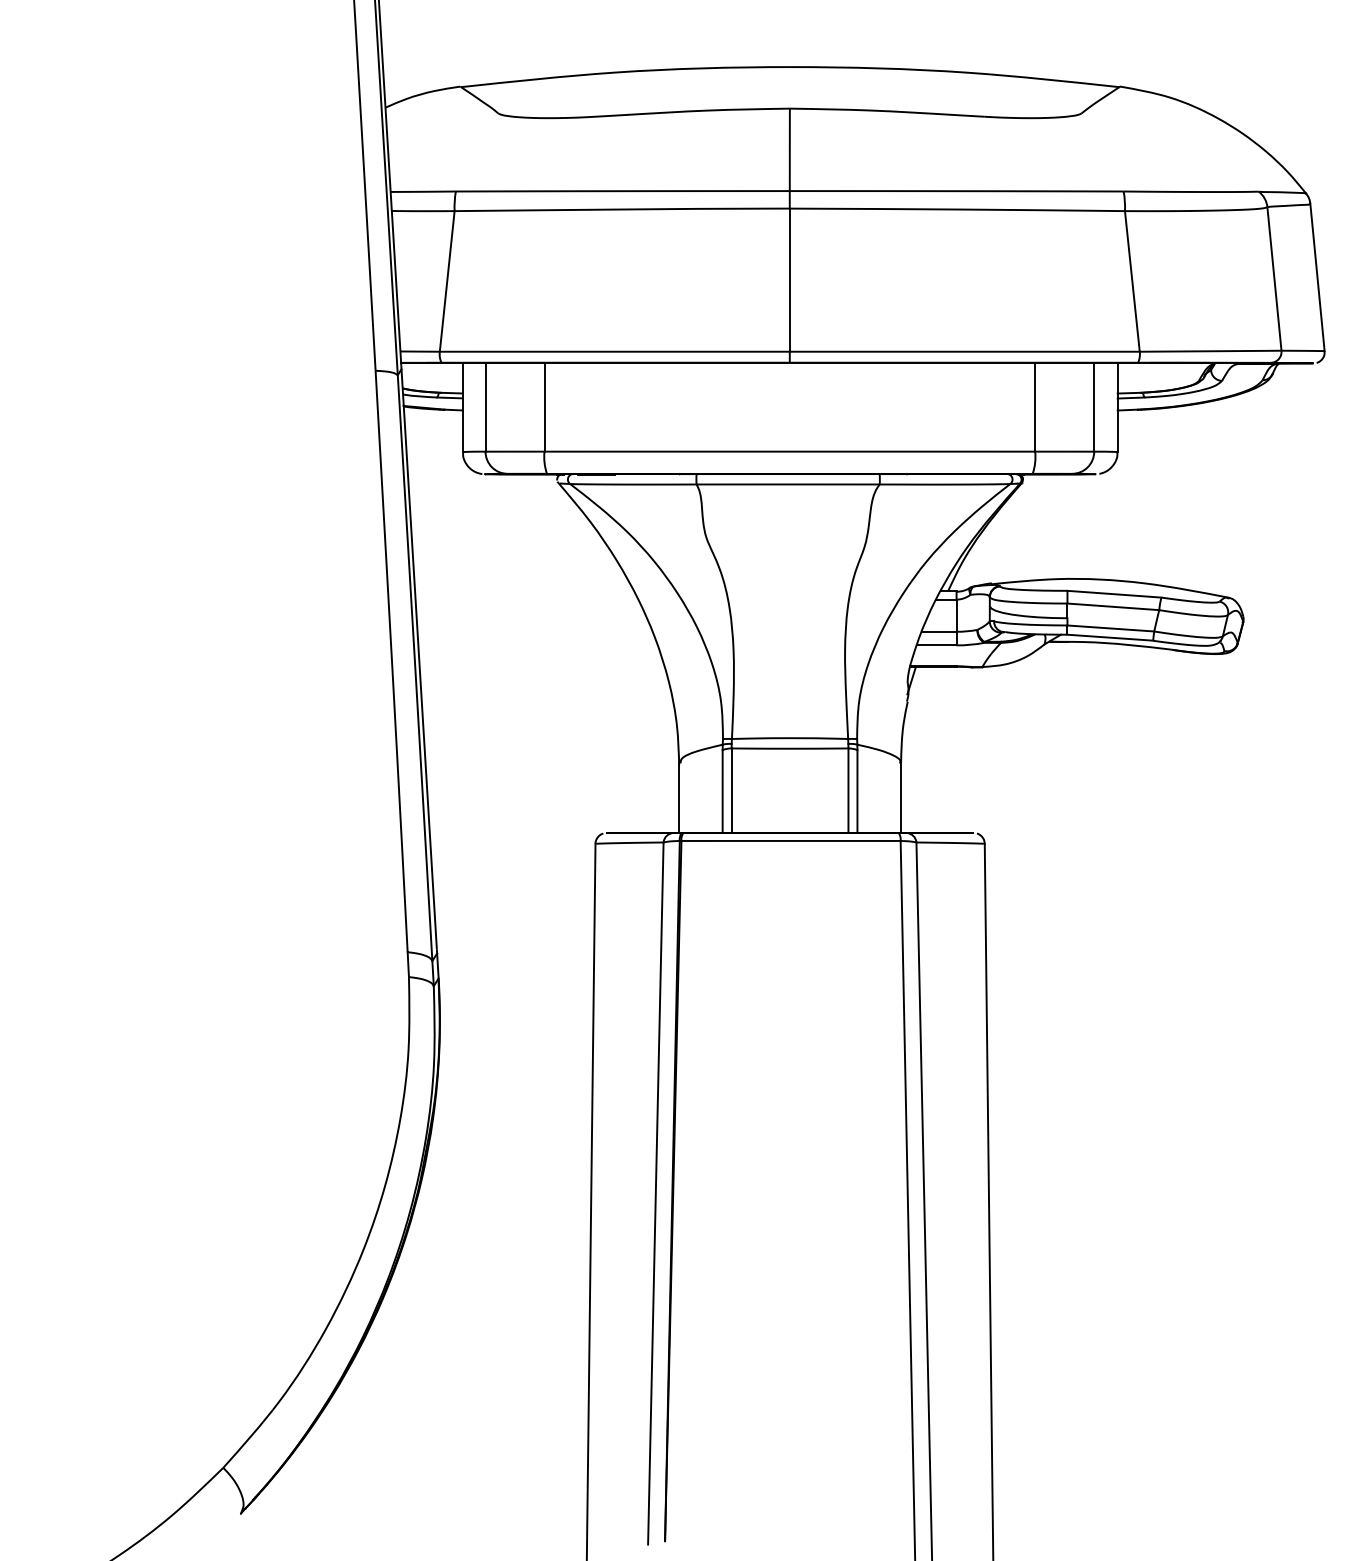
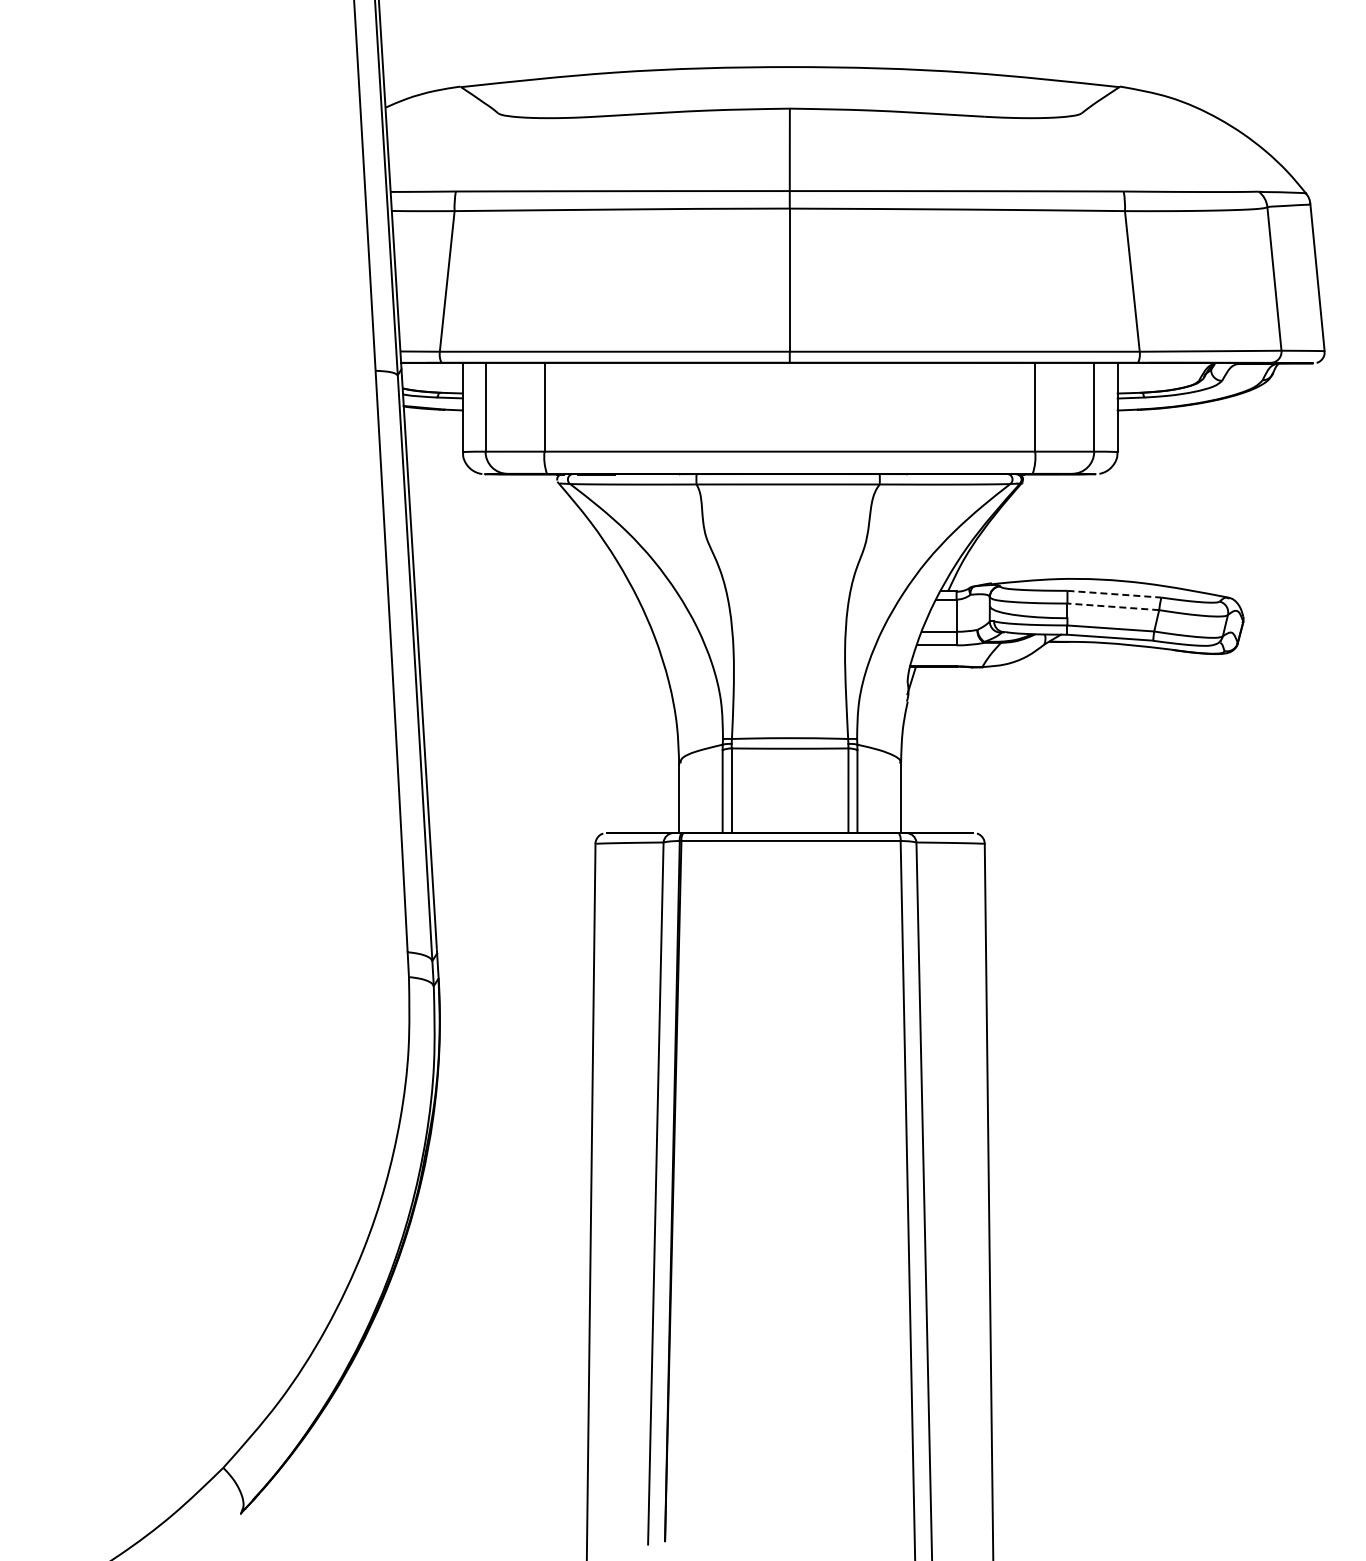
line at (1114, 594): solid -> dashed
line at (1113, 606): solid -> dashed
